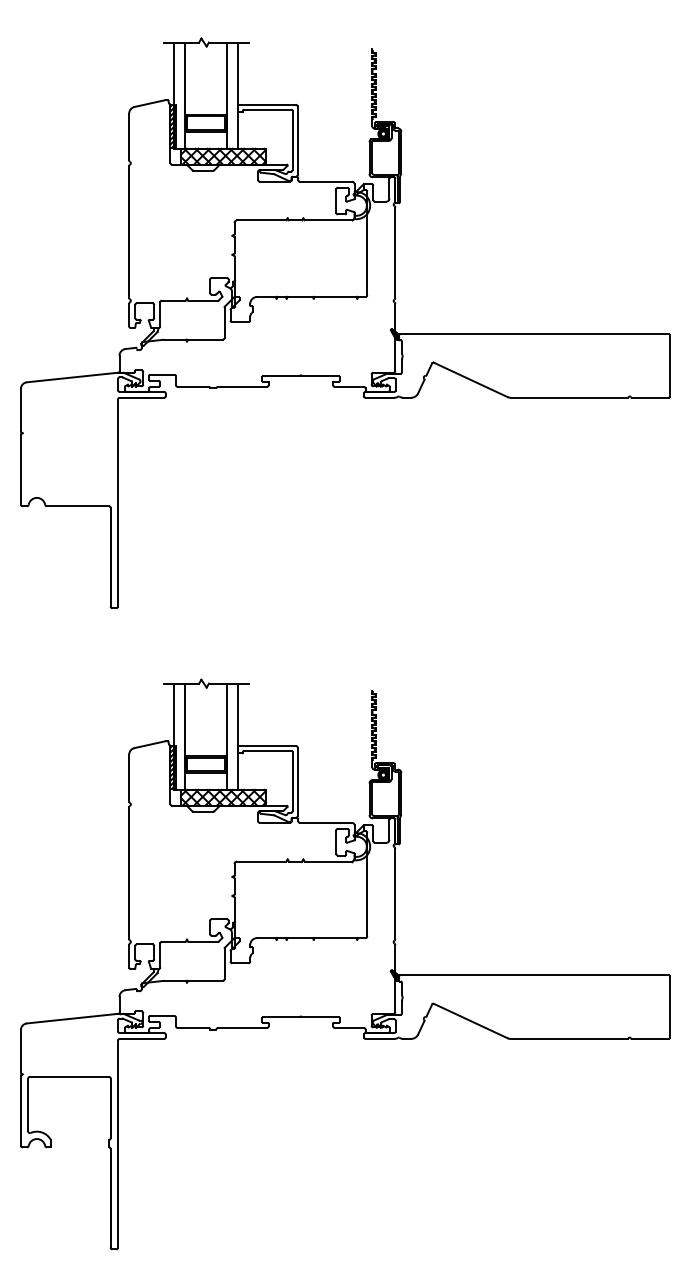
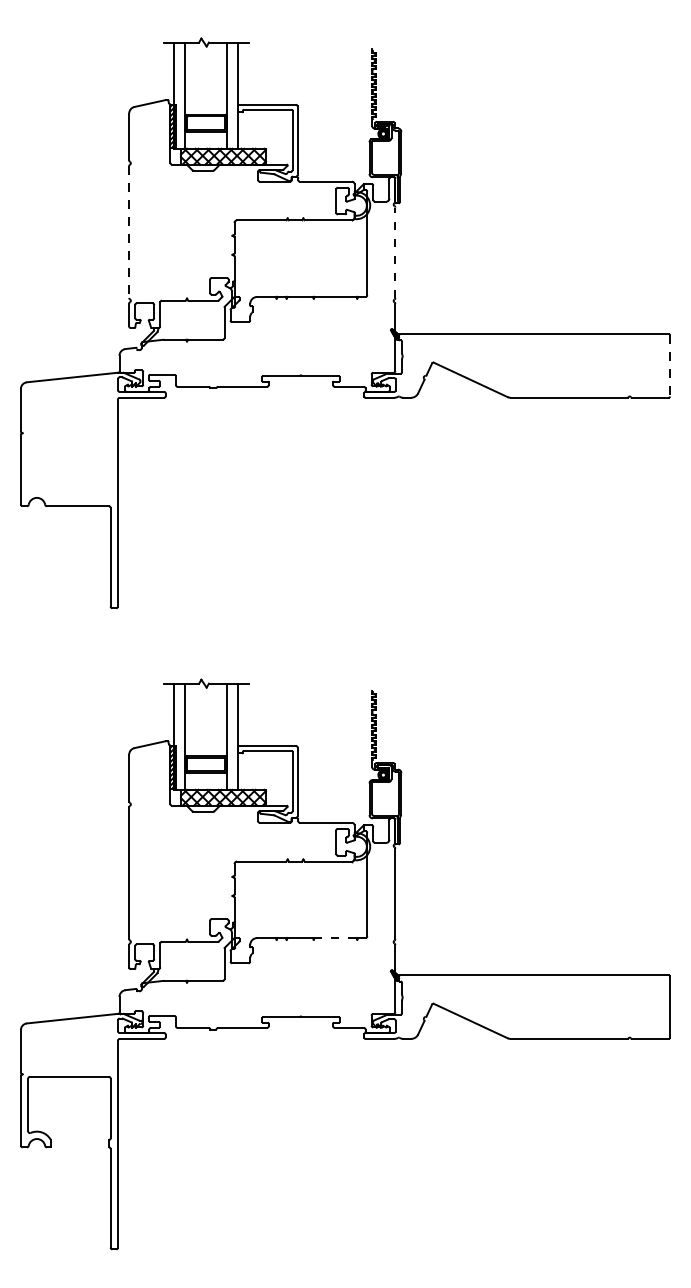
line at (129, 232): solid -> dashed
line at (395, 252): solid -> dashed
line at (670, 365): solid -> dashed
line at (335, 938): solid -> dashed
